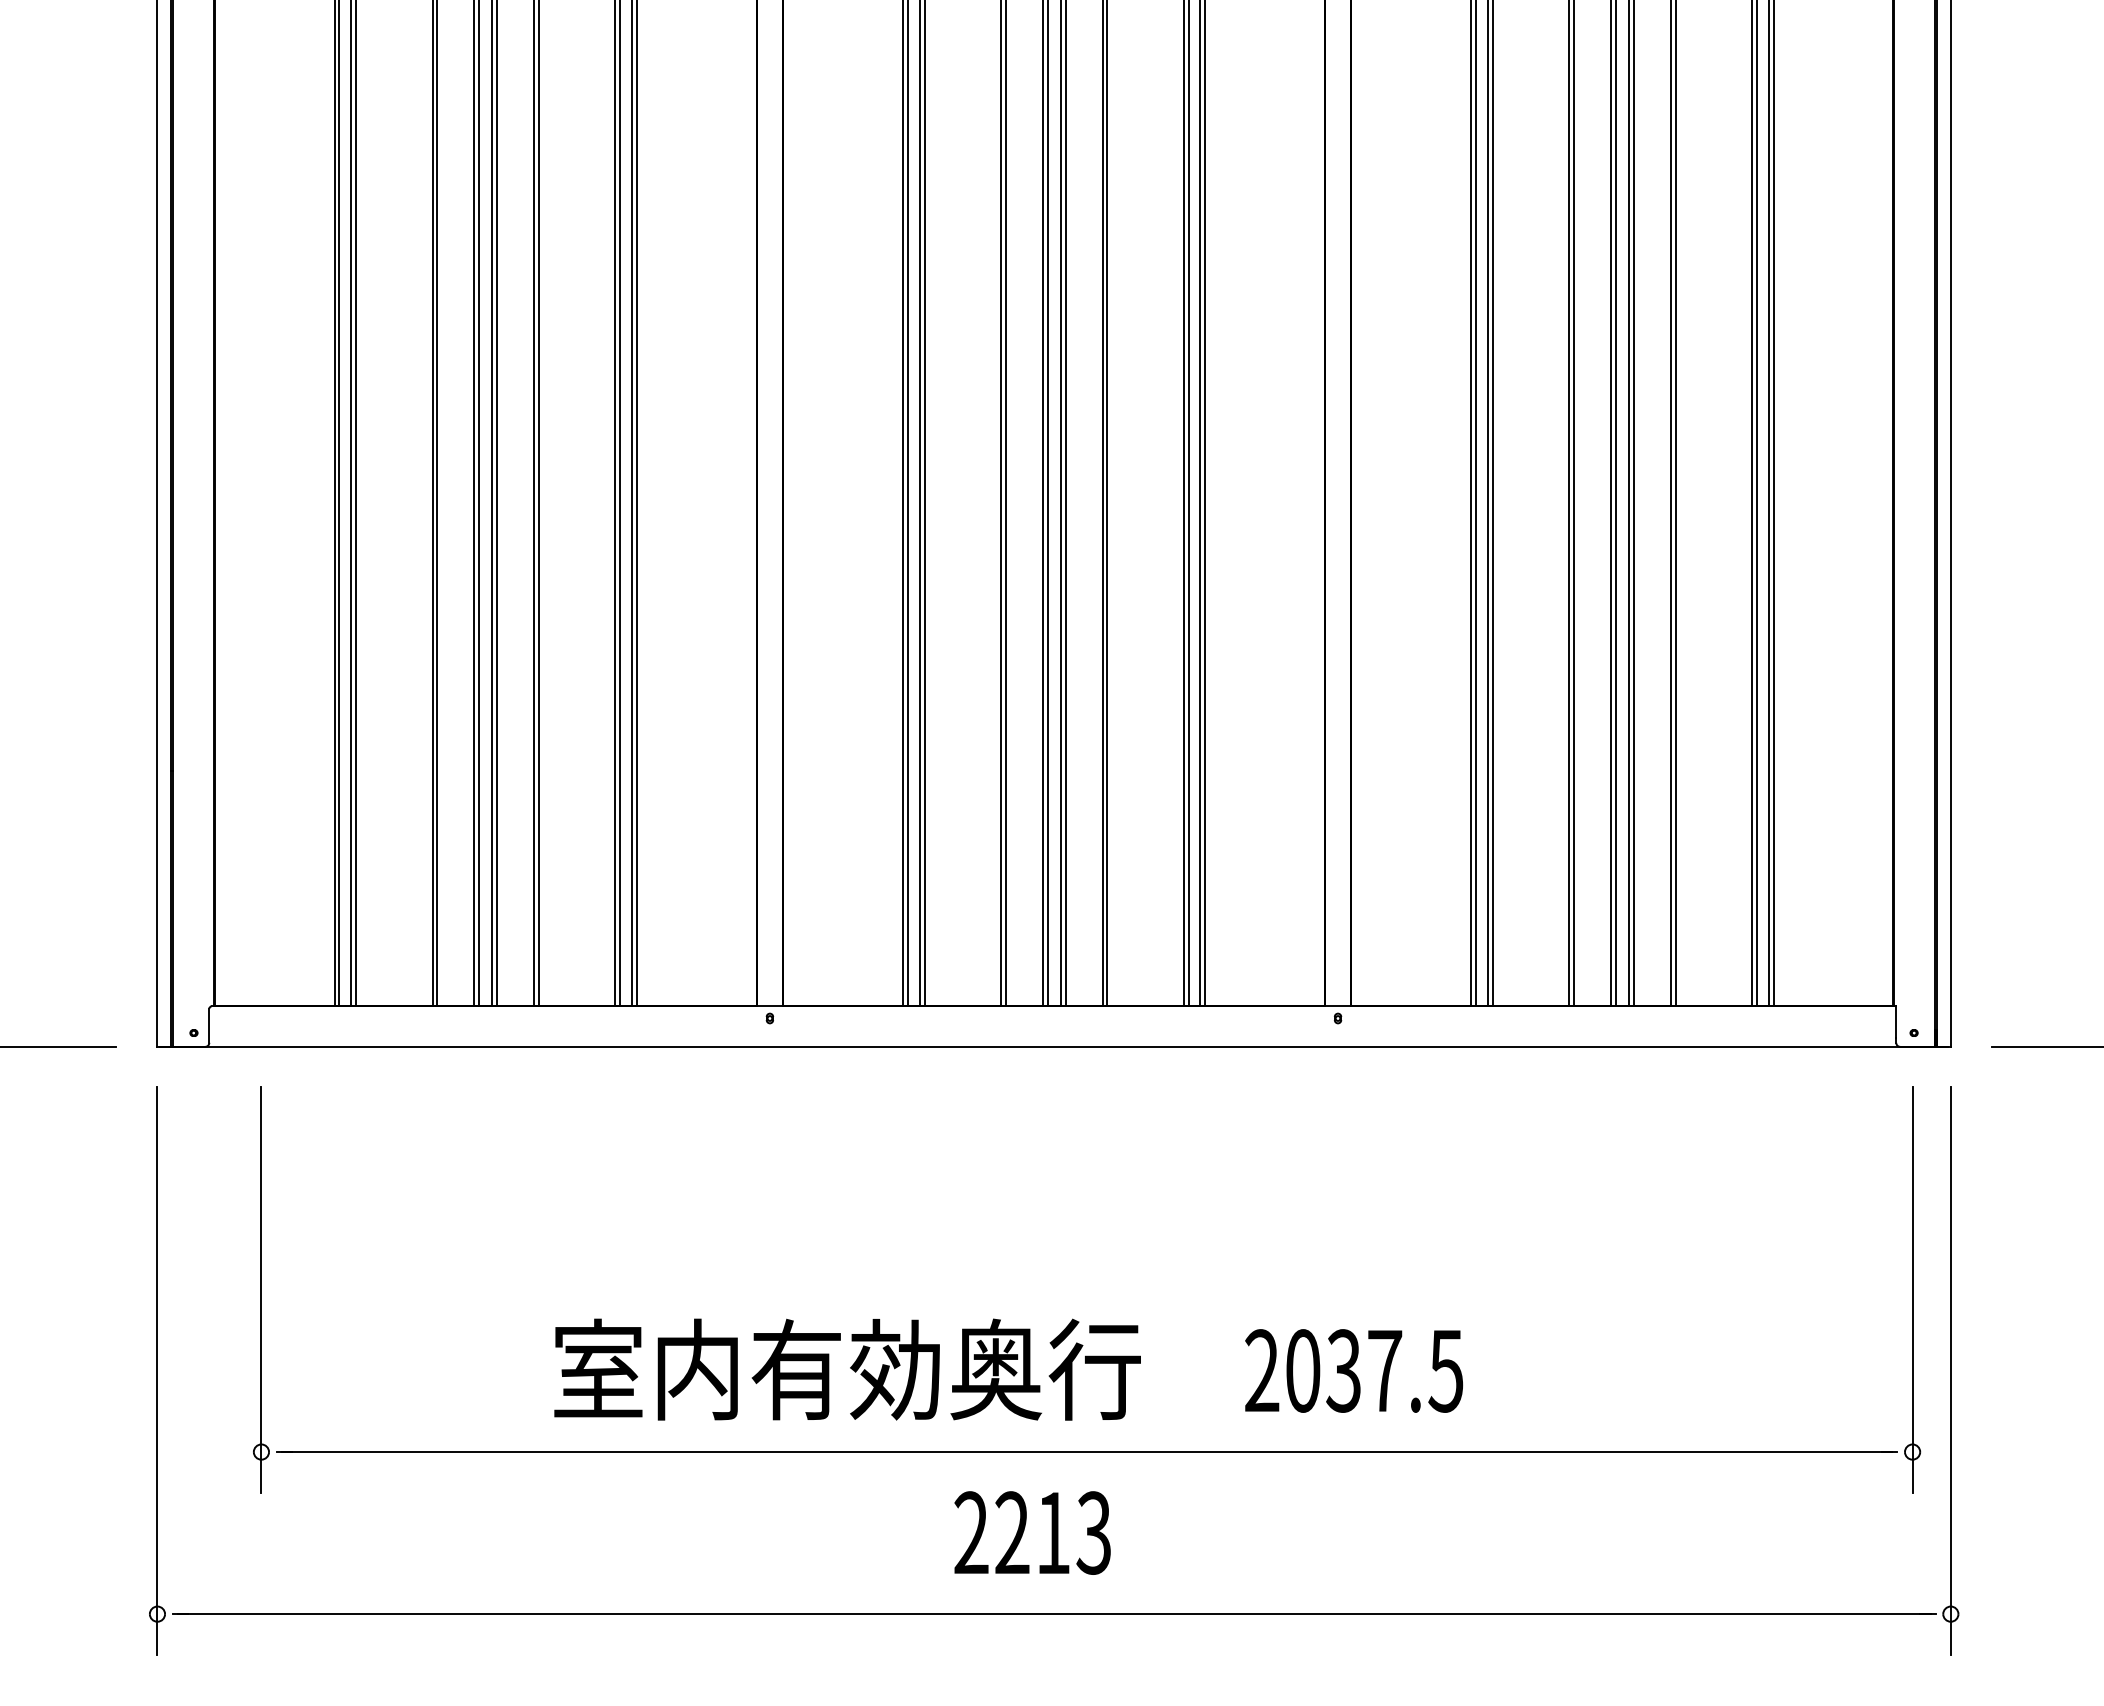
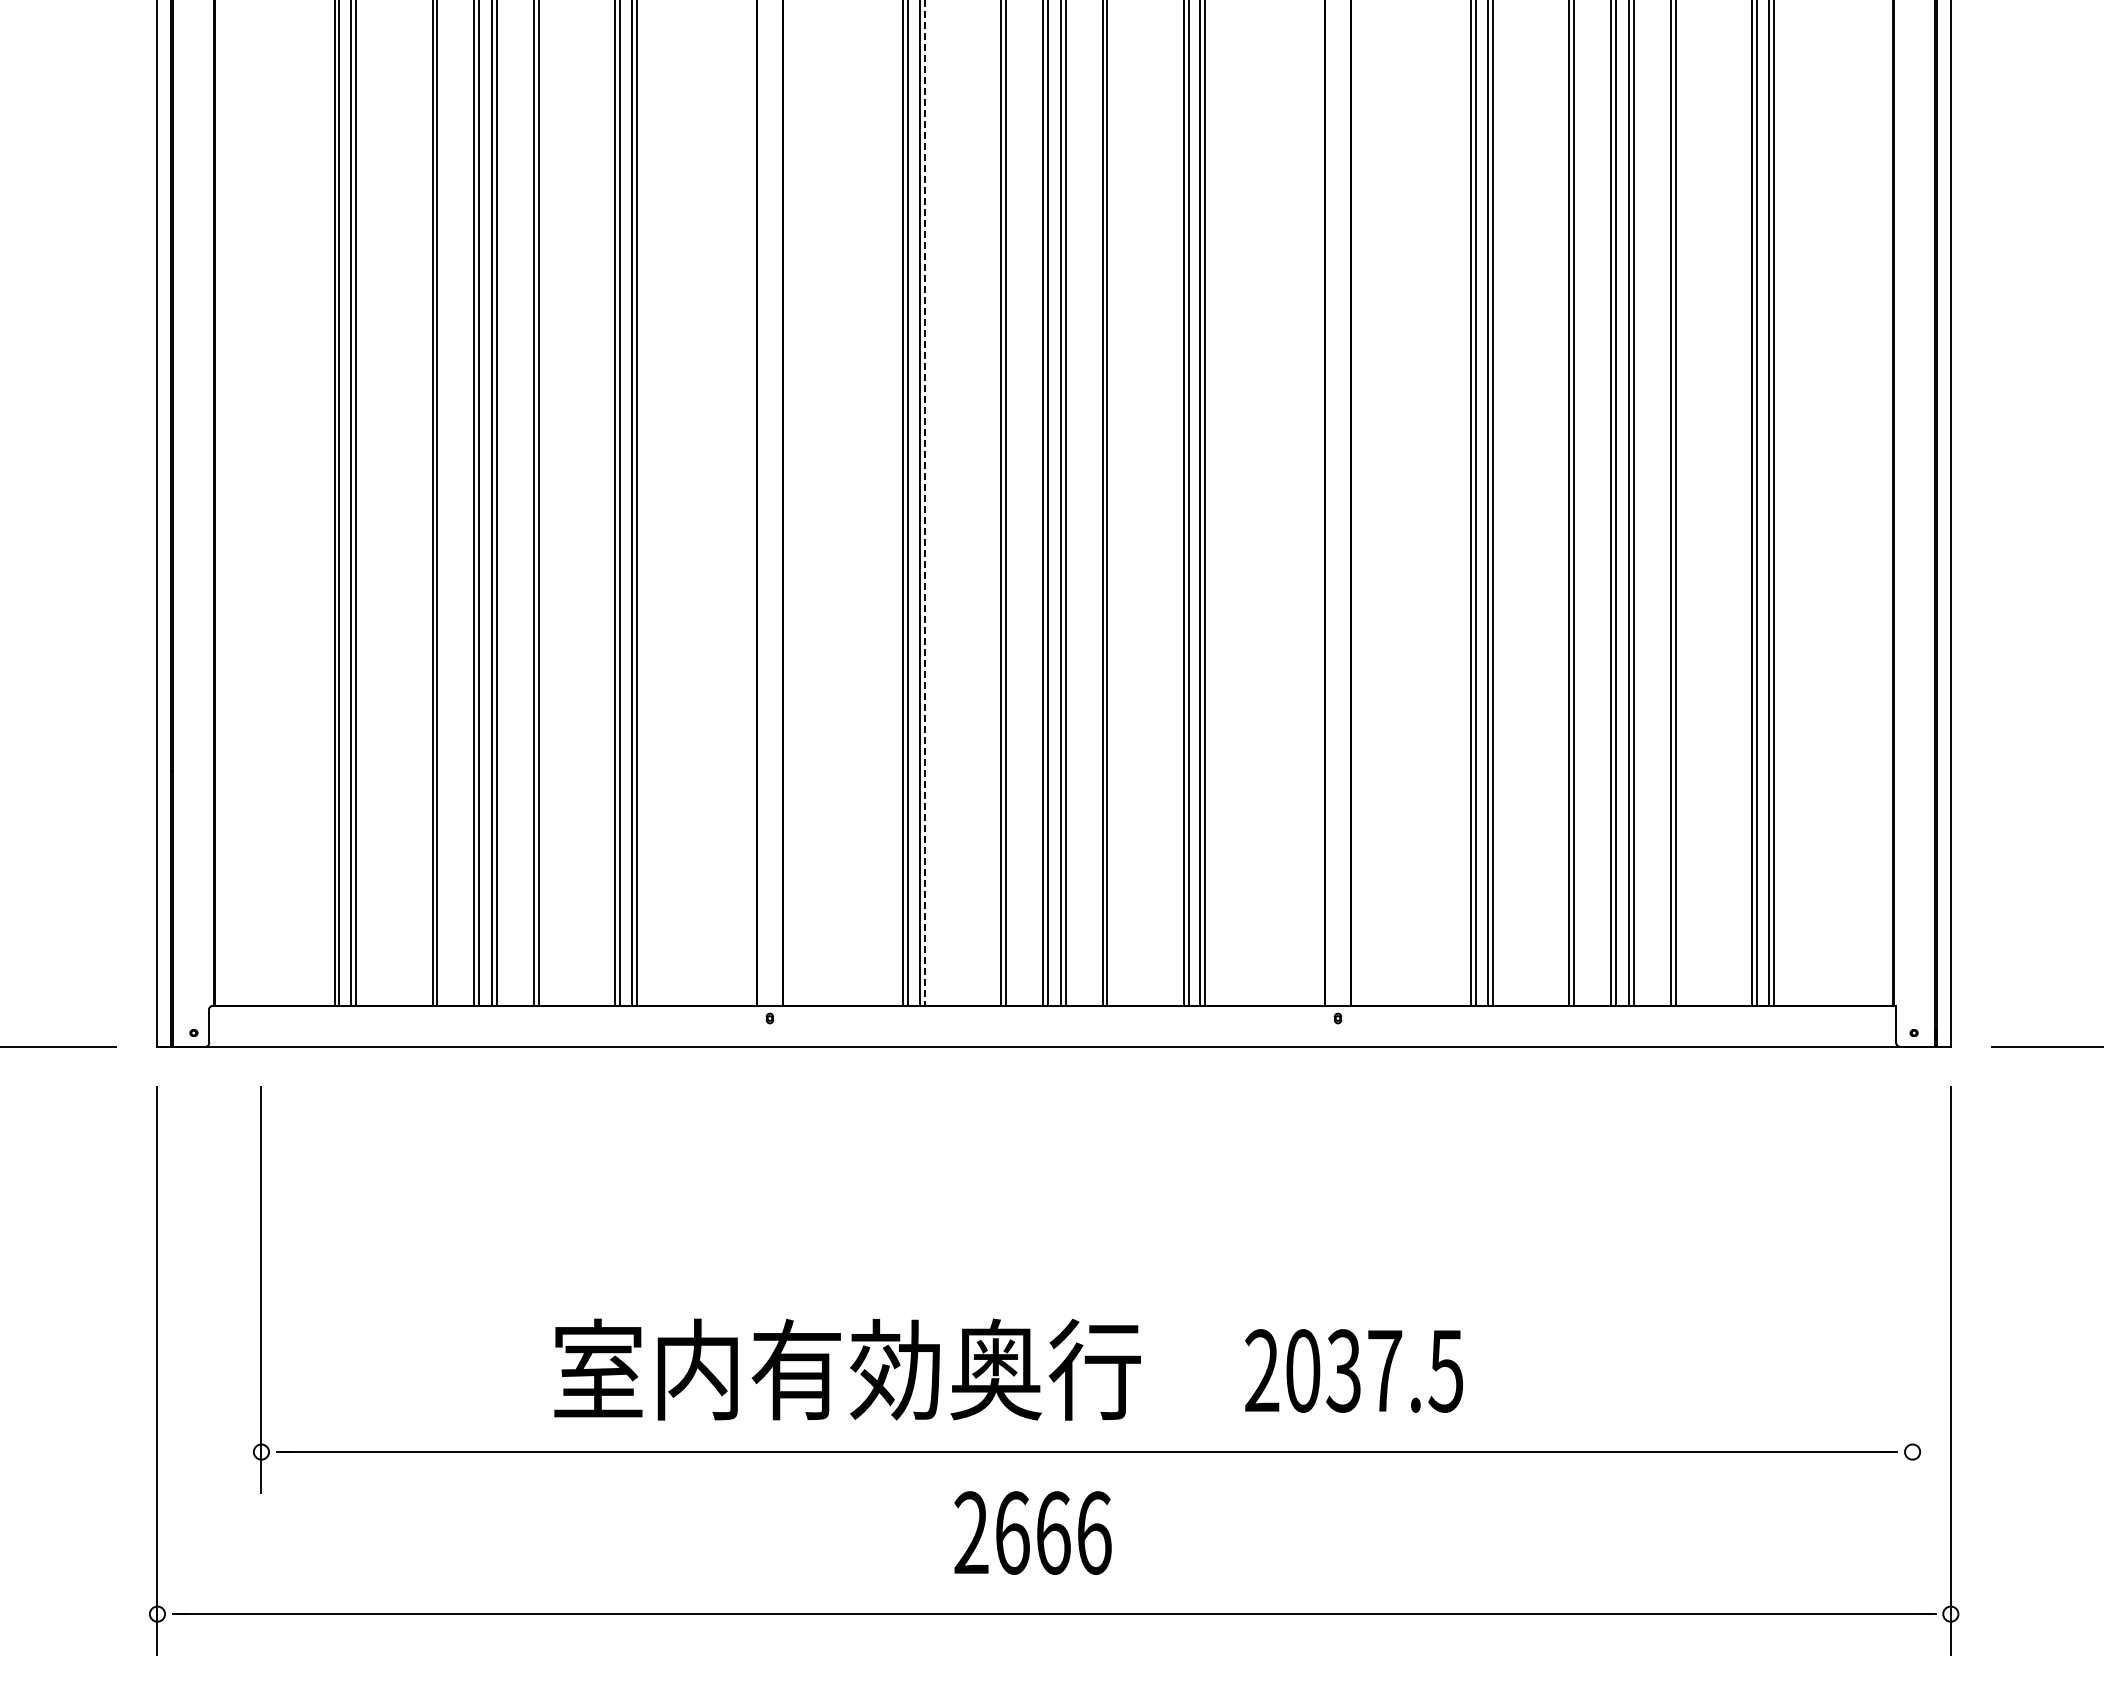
line at (924, 503): solid -> dashed
line at (1912, 1289): present -> none
text at (1053, 1532): 2213 -> 2666
